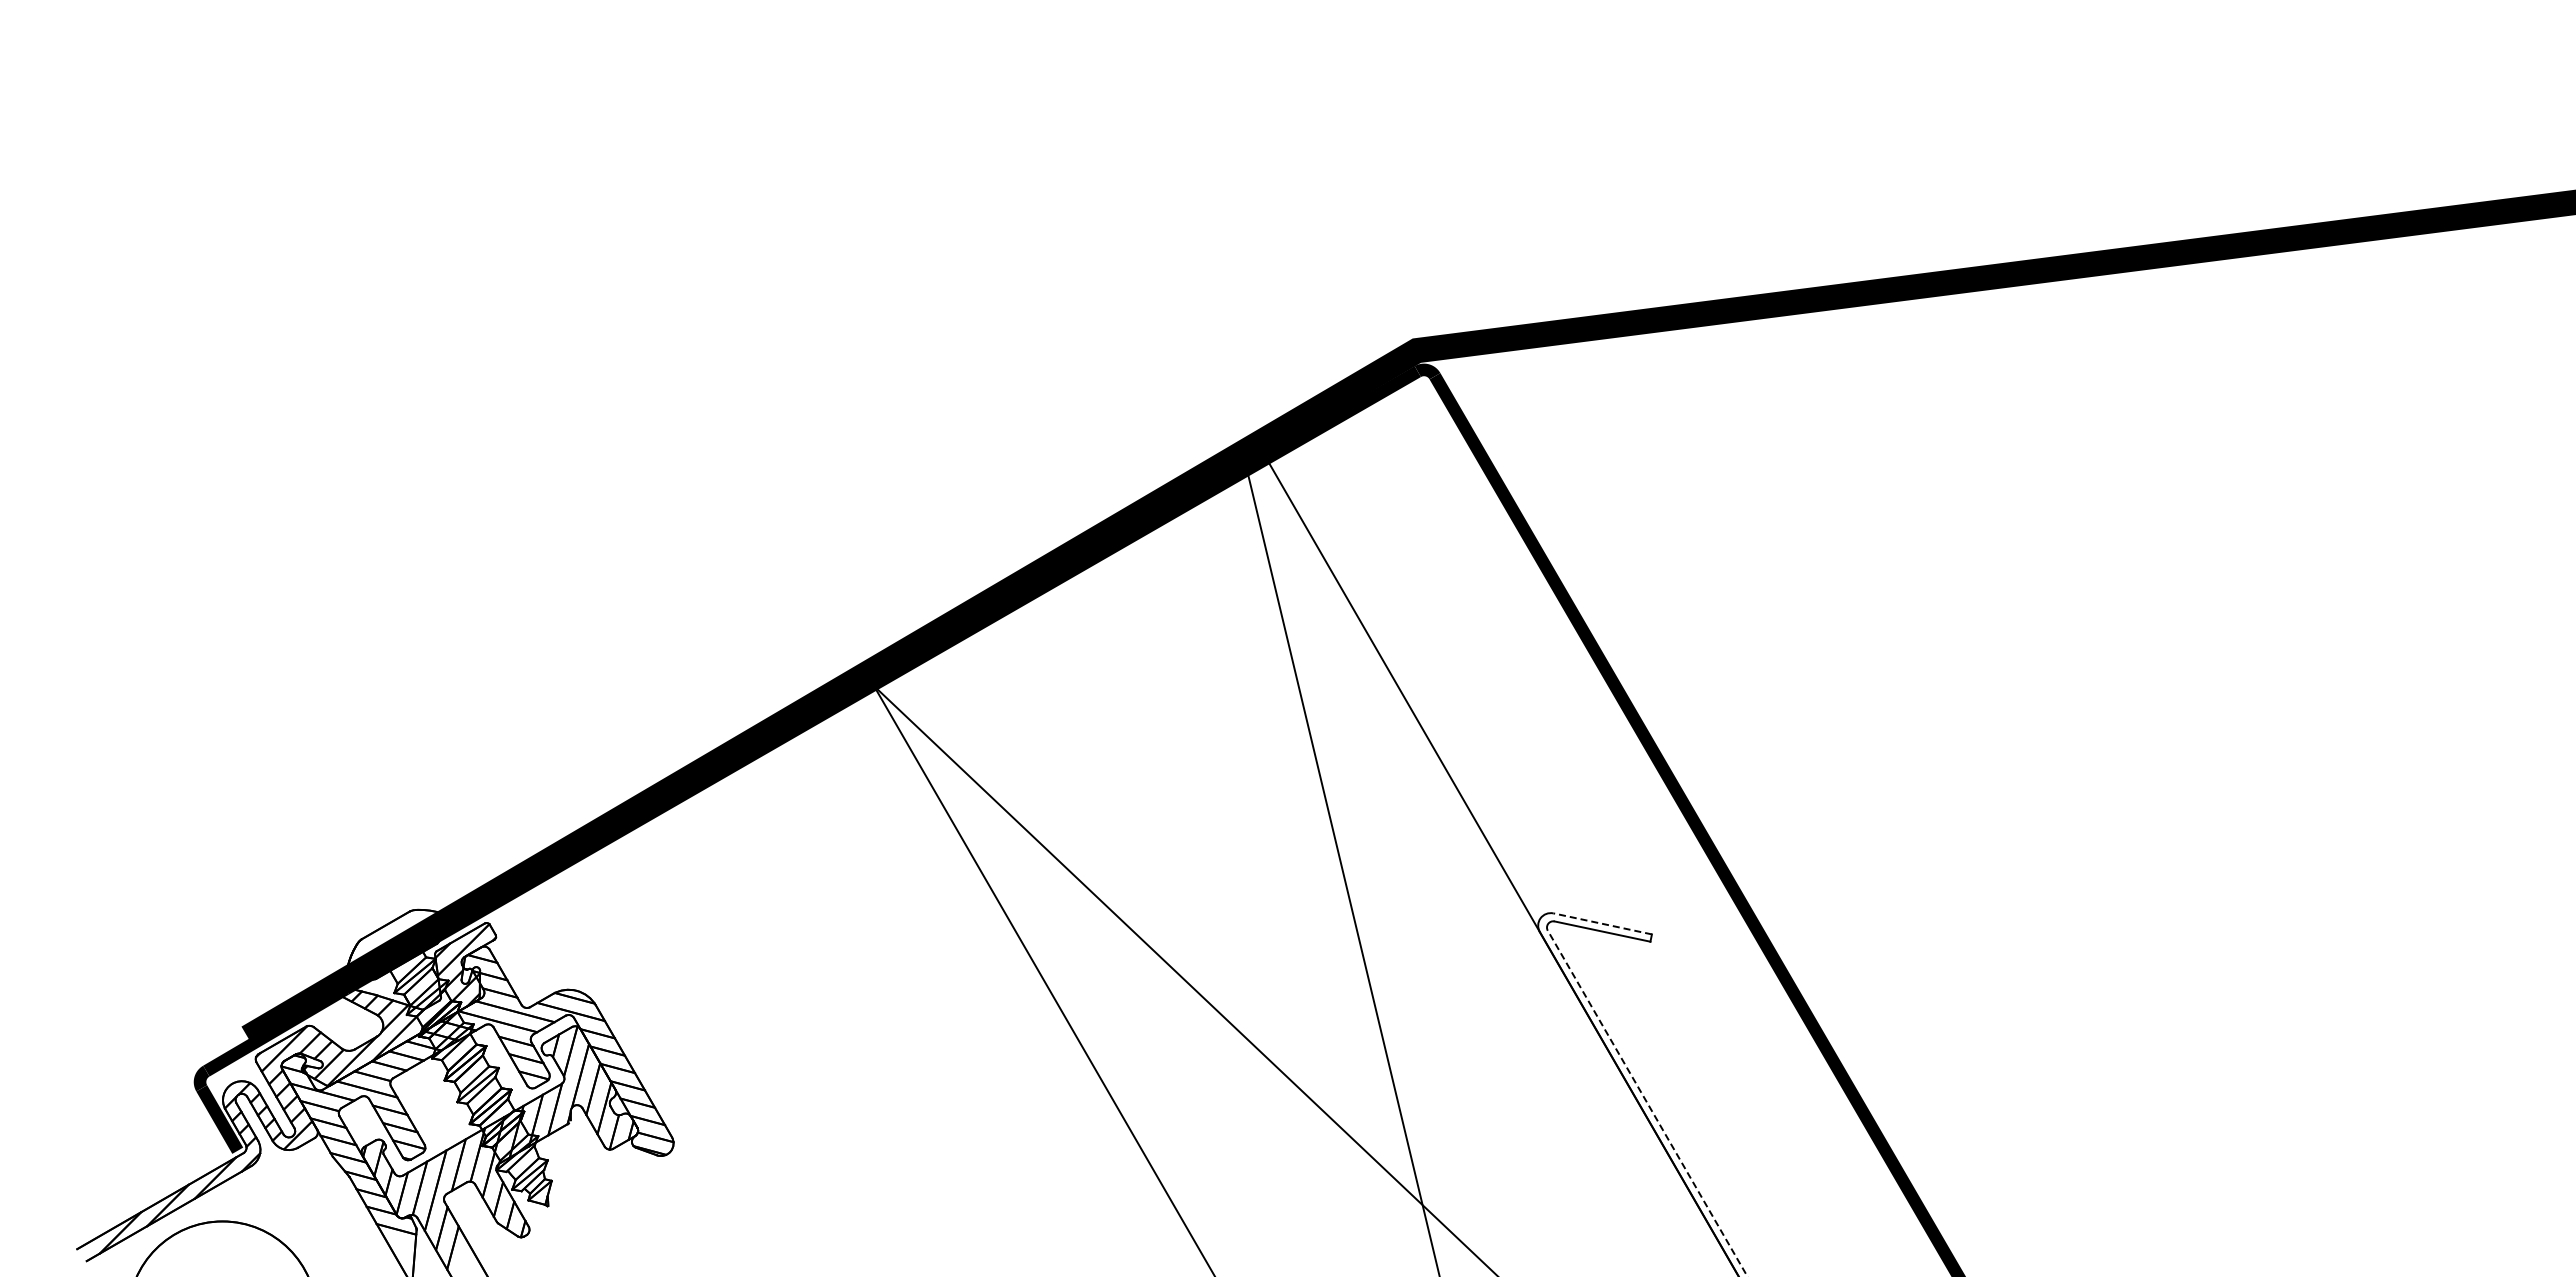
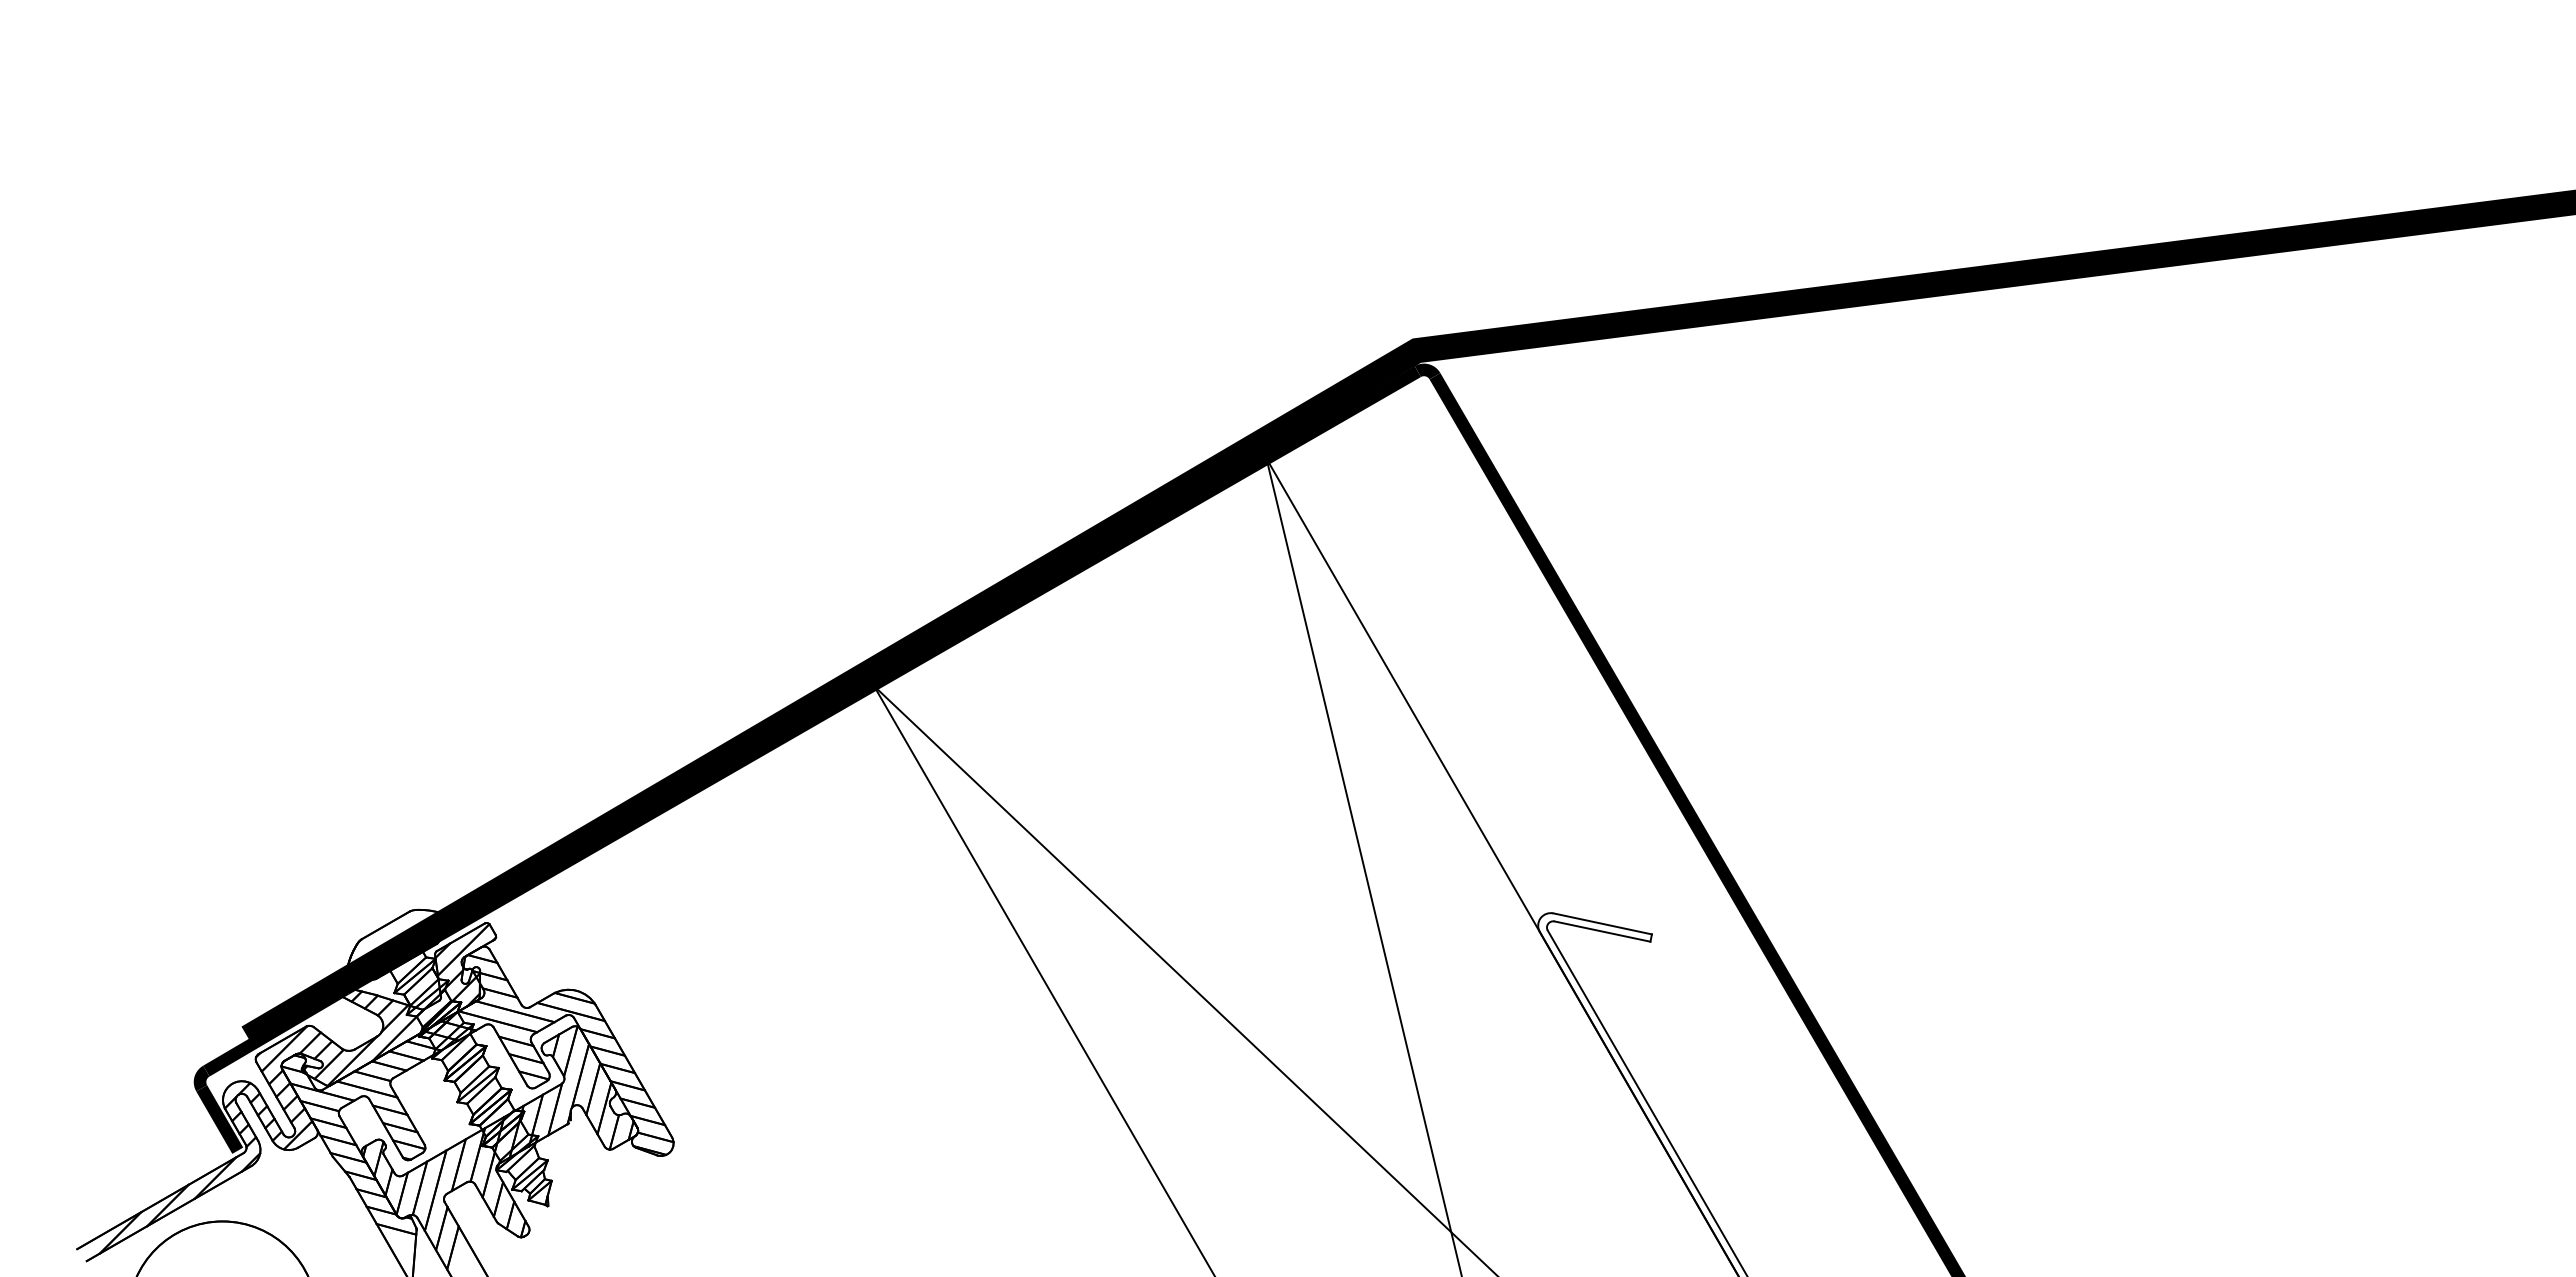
line at (1341, 868) position: (1341, 868) -> (1363, 865)
line at (1602, 923): dashed -> solid
line at (1647, 1103): dashed -> solid
